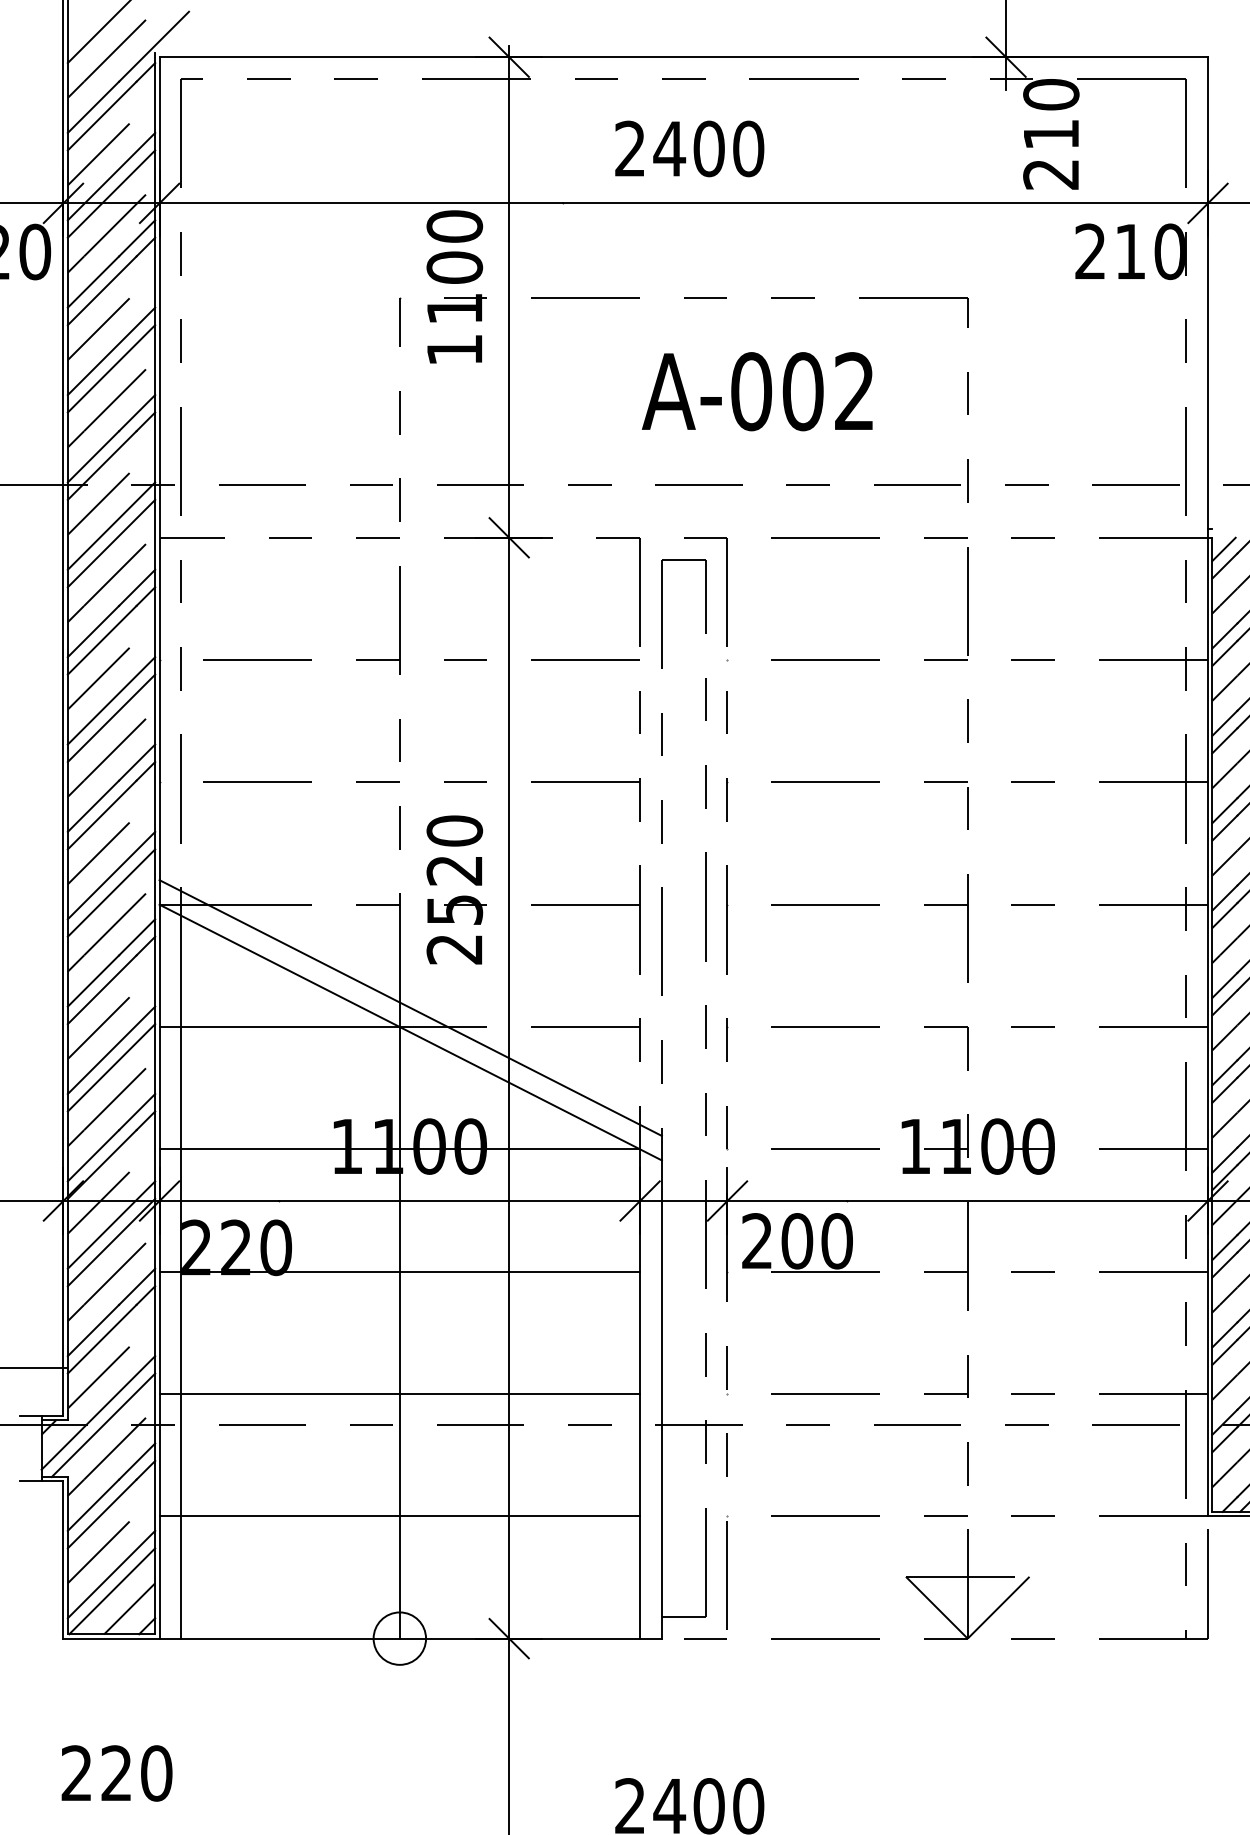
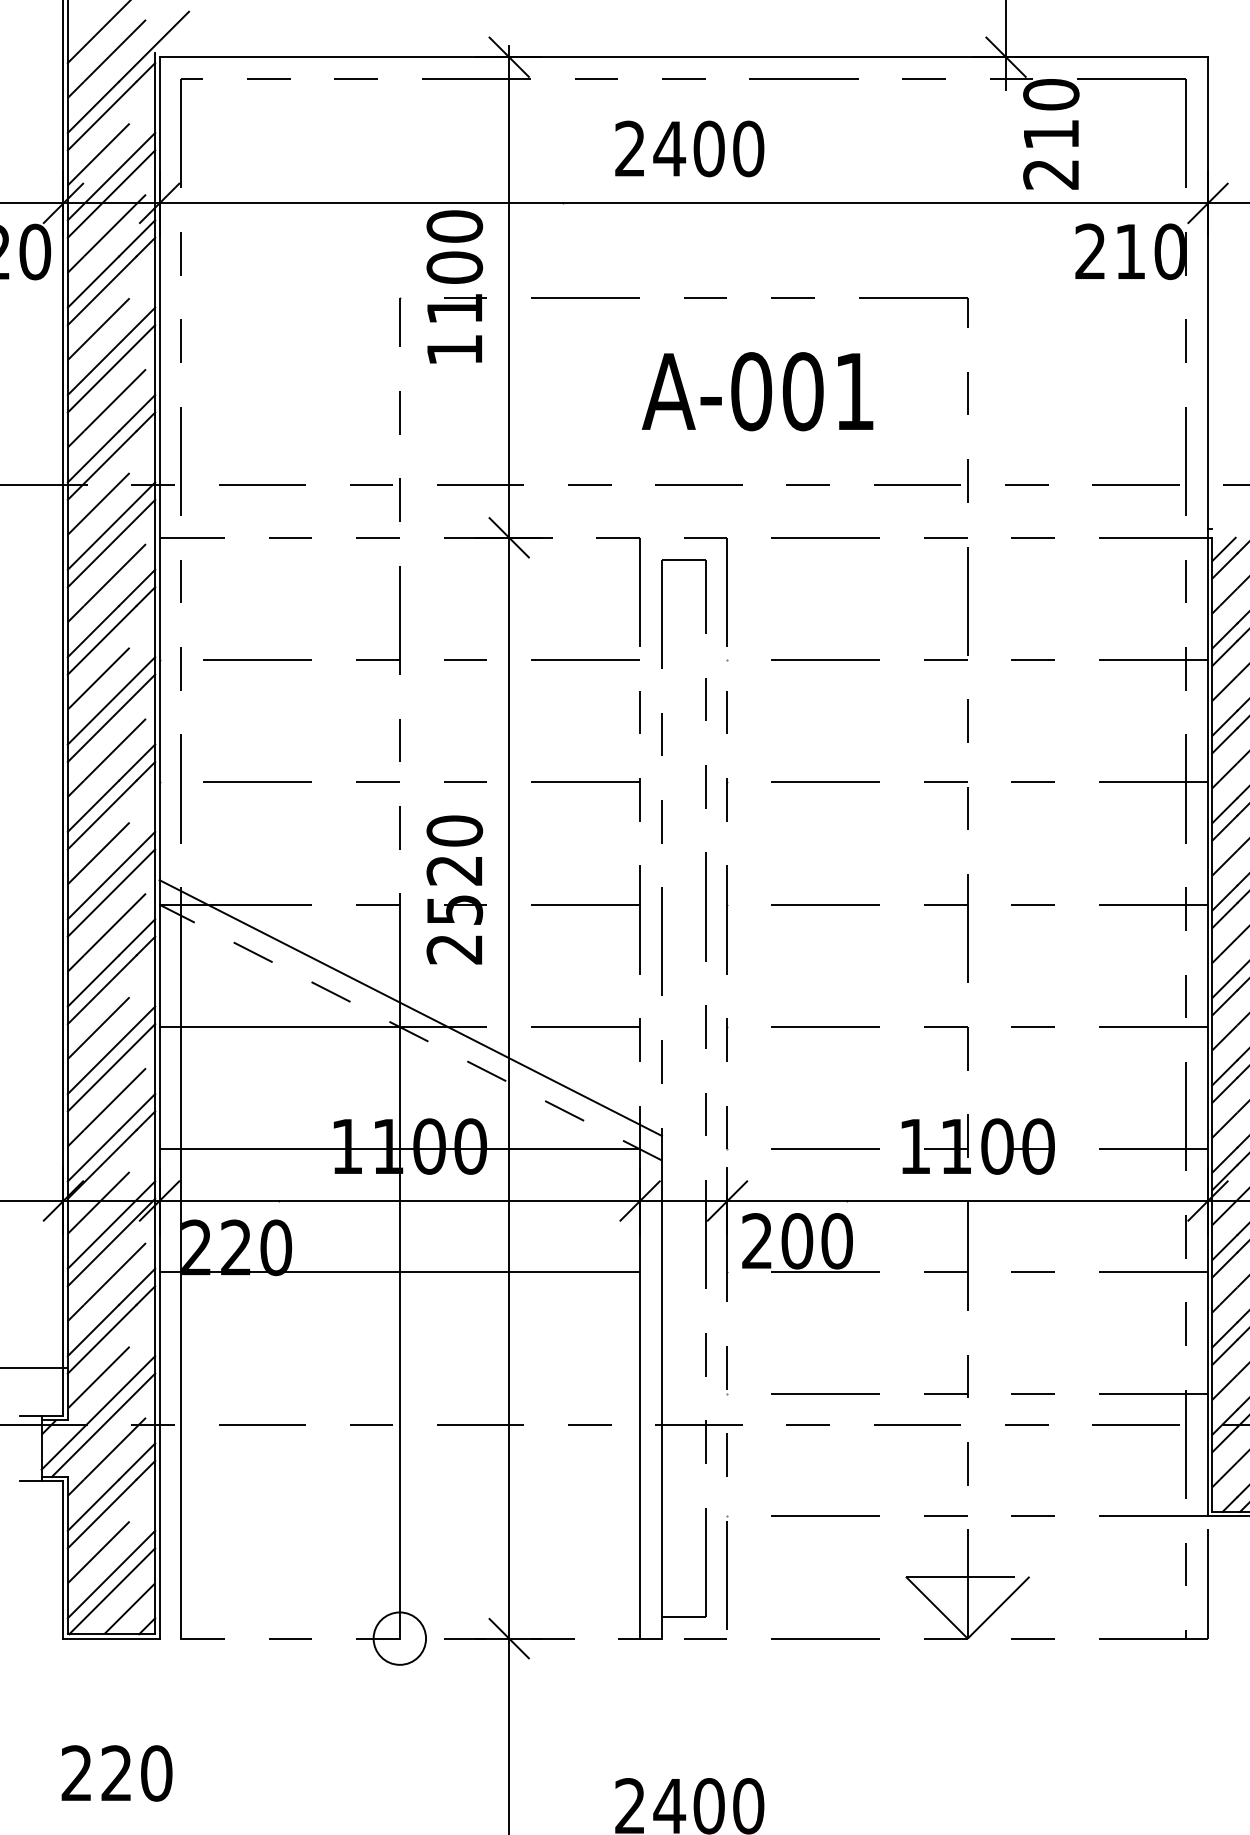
text at (854, 390): A-002 -> A-001
line at (410, 1032): solid -> dashed
line at (399, 1394): present -> none
line at (399, 1516): present -> none
line at (410, 1638): solid -> dashed
